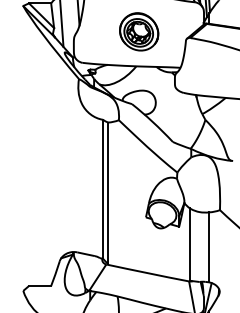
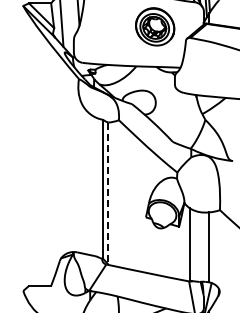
part at (139, 31) position: (139, 31) -> (155, 26)
line at (108, 193): solid -> dashed
